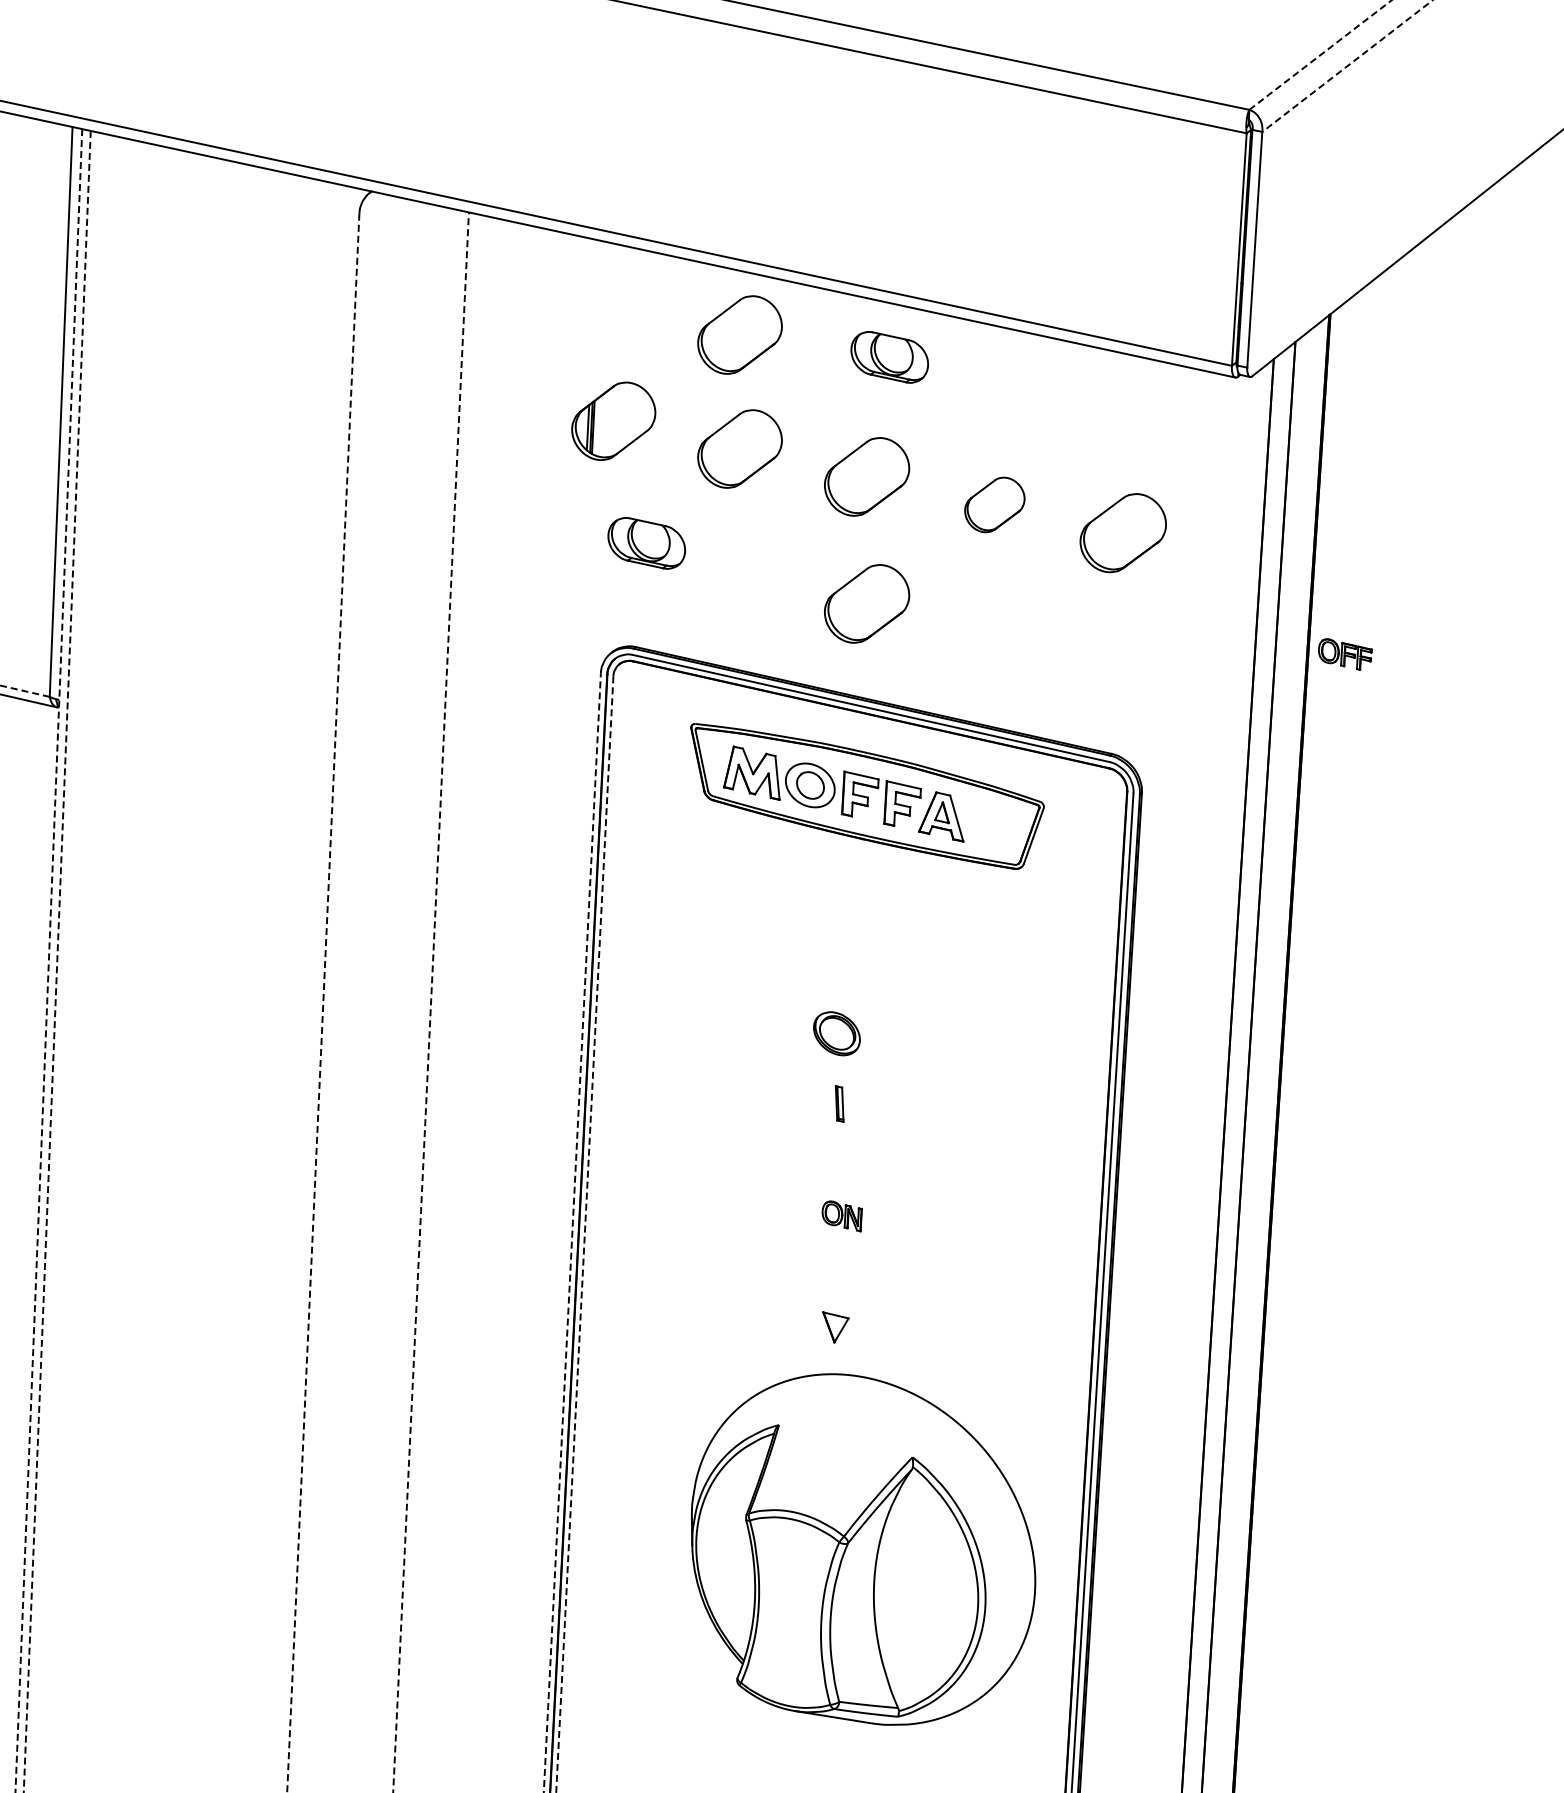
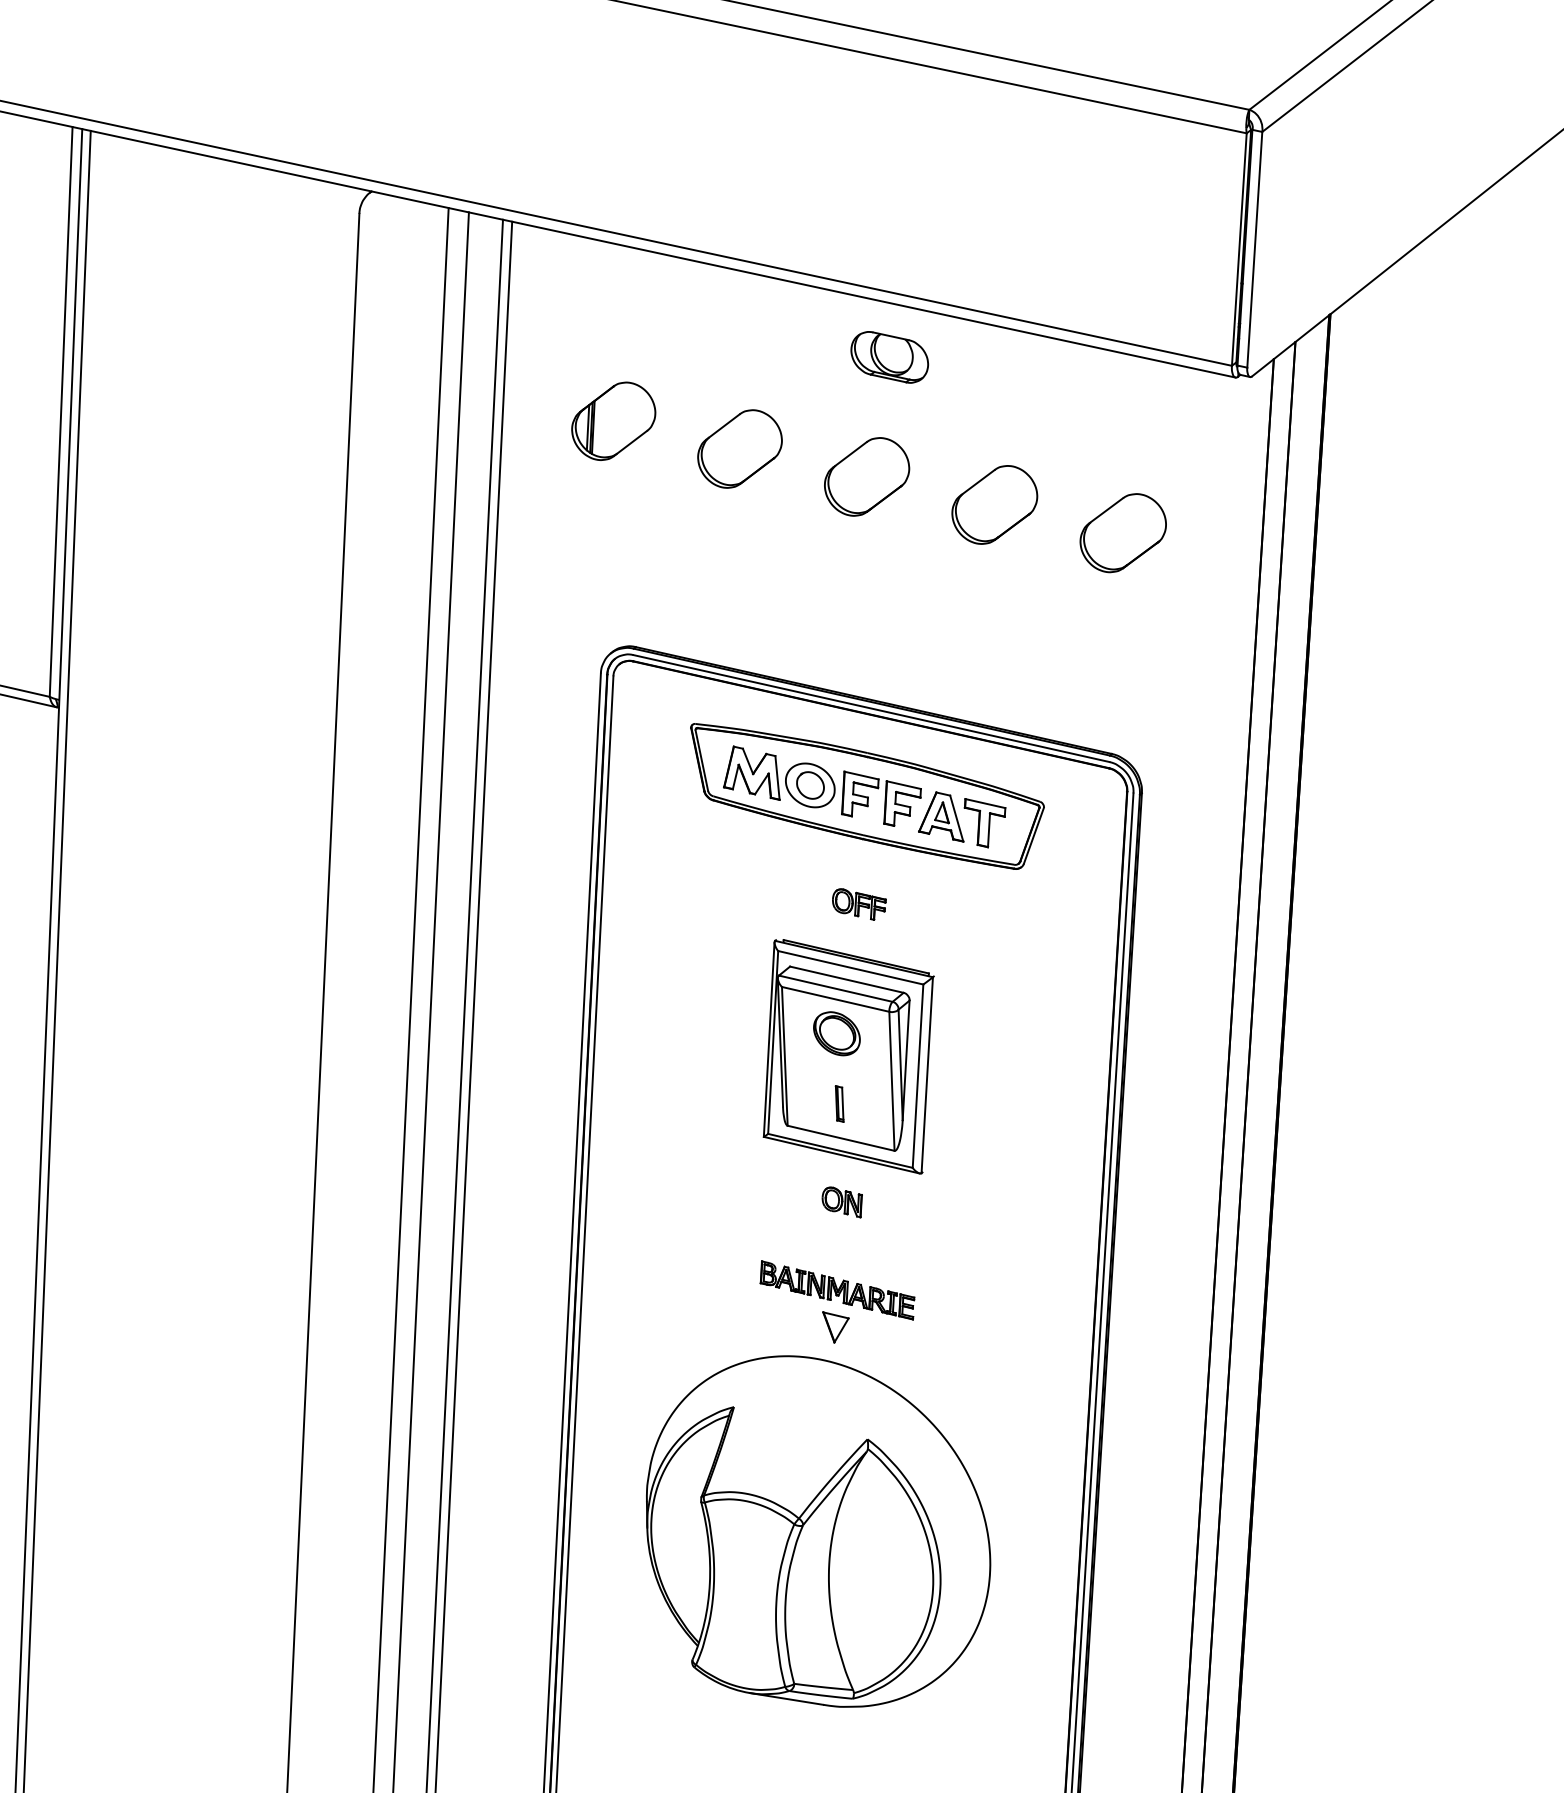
line at (1320, 54): dashed -> solid
line at (1346, 66): dashed -> solid
part at (739, 334): present -> none
part at (994, 504) size: 62x58 px -> 88x80 px
part at (646, 543): present -> none
part at (867, 603): present -> none
part at (1345, 654) position: (1345, 654) -> (859, 904)
line at (24, 691): dashed -> solid
part at (984, 823): none -> present
line at (48, 961): dashed -> solid
line at (57, 962): dashed -> solid
line at (410, 998): none -> present
line at (431, 1002): dashed -> solid
line at (323, 1003): dashed -> solid
line at (464, 1004): none -> present
line at (473, 1005): none -> present
part at (848, 1056): none -> present
part at (841, 1216) position: (841, 1216) -> (841, 1202)
line at (572, 1232): dashed -> solid
line at (584, 1234): dashed -> solid
part at (837, 1290): none -> present
part at (863, 1549) position: (863, 1549) -> (818, 1531)
